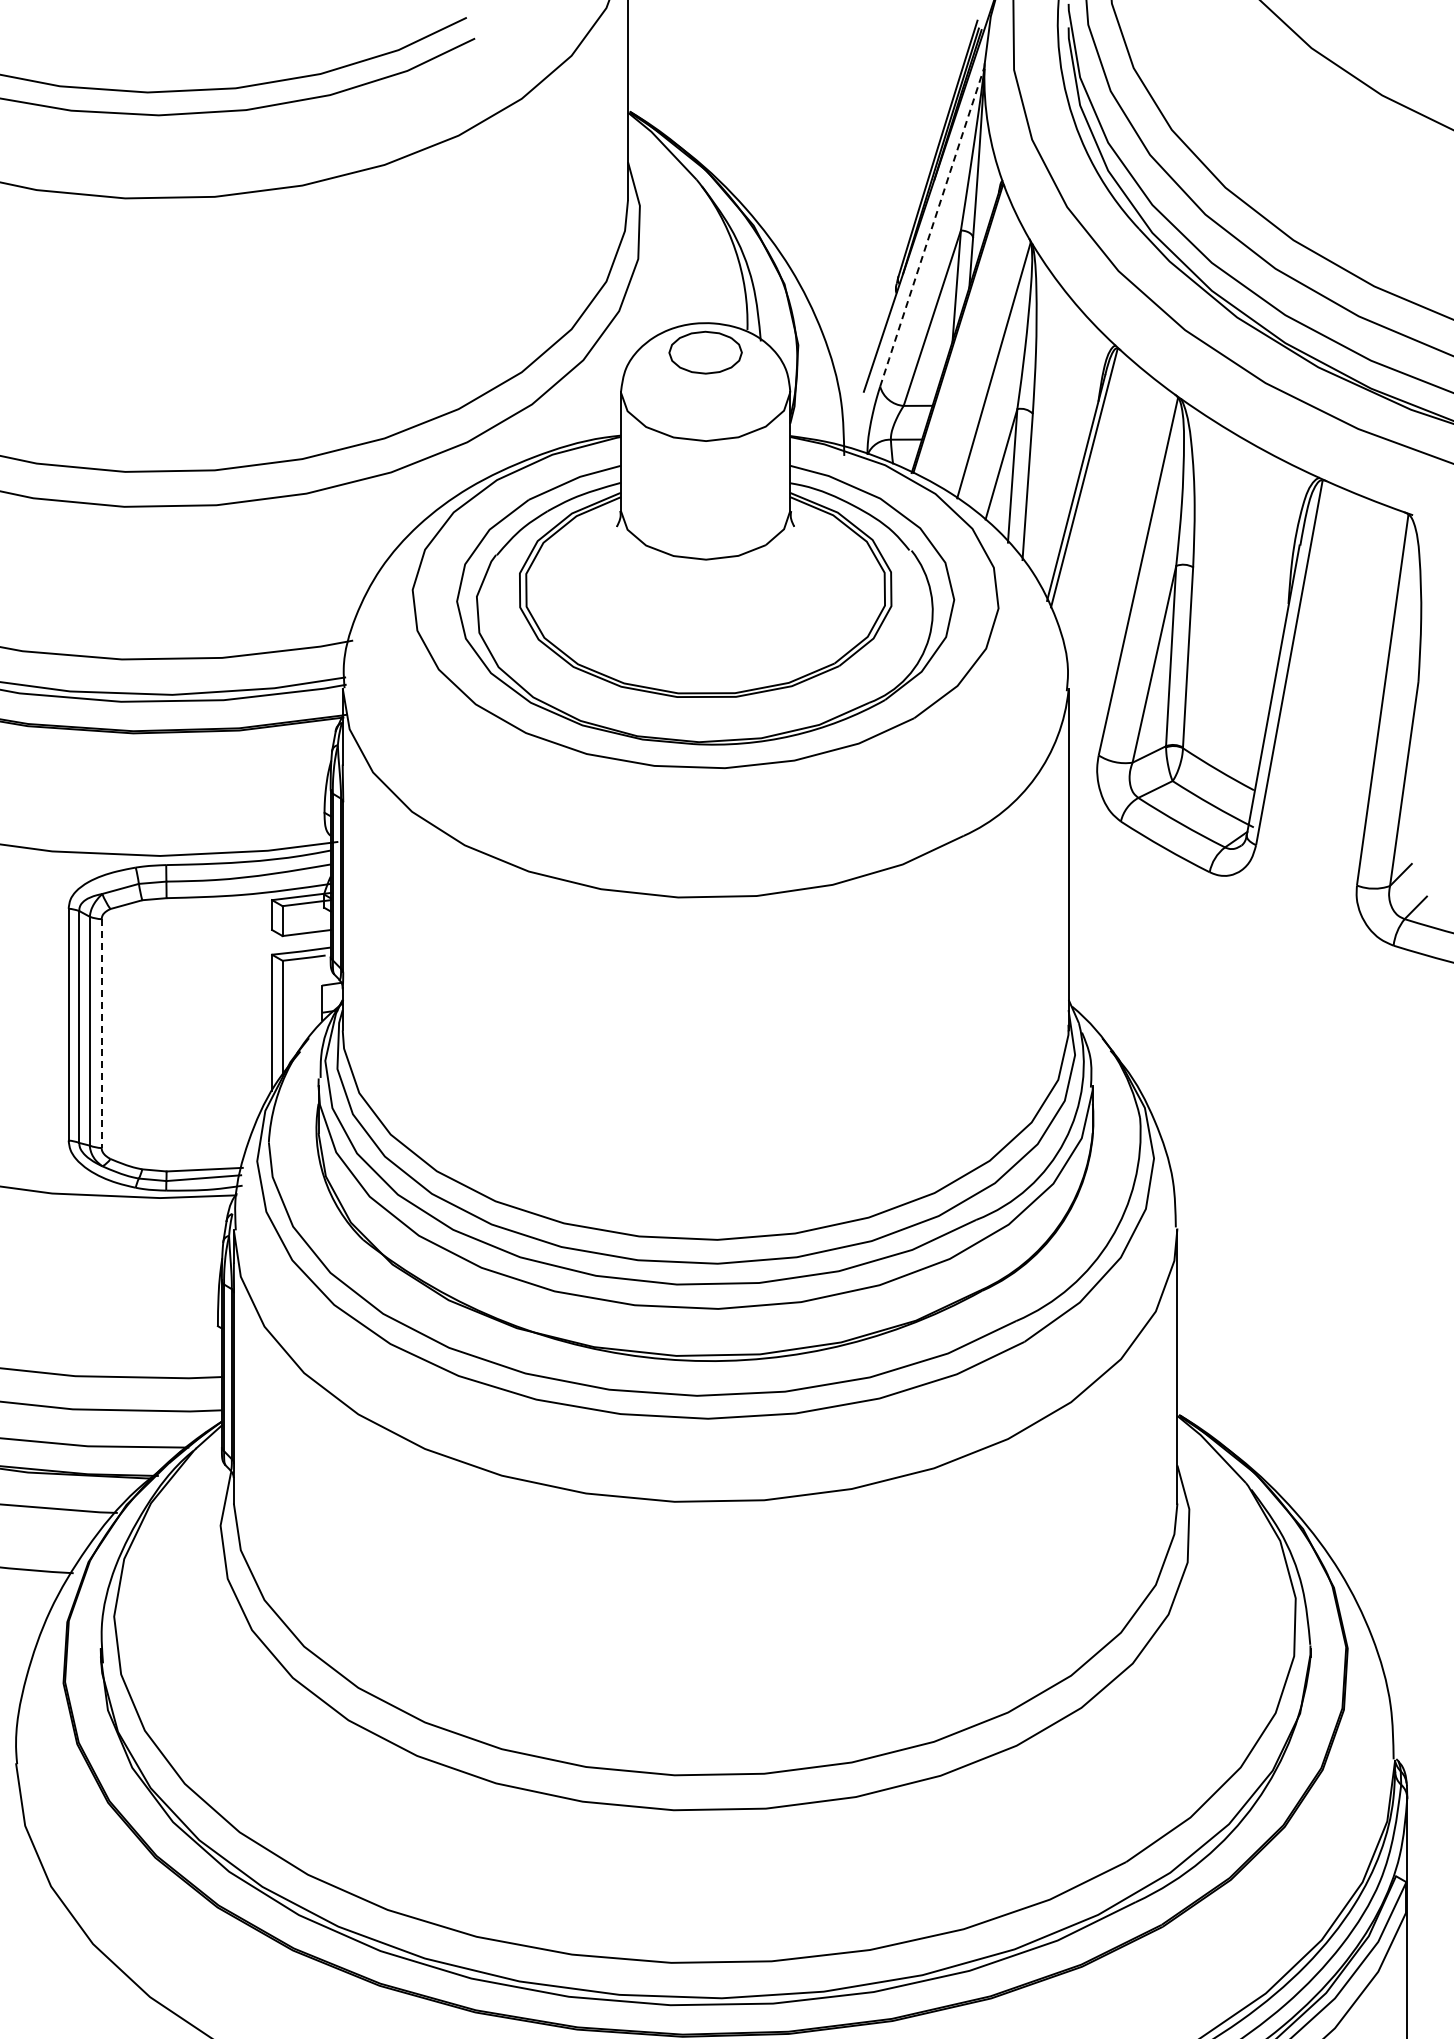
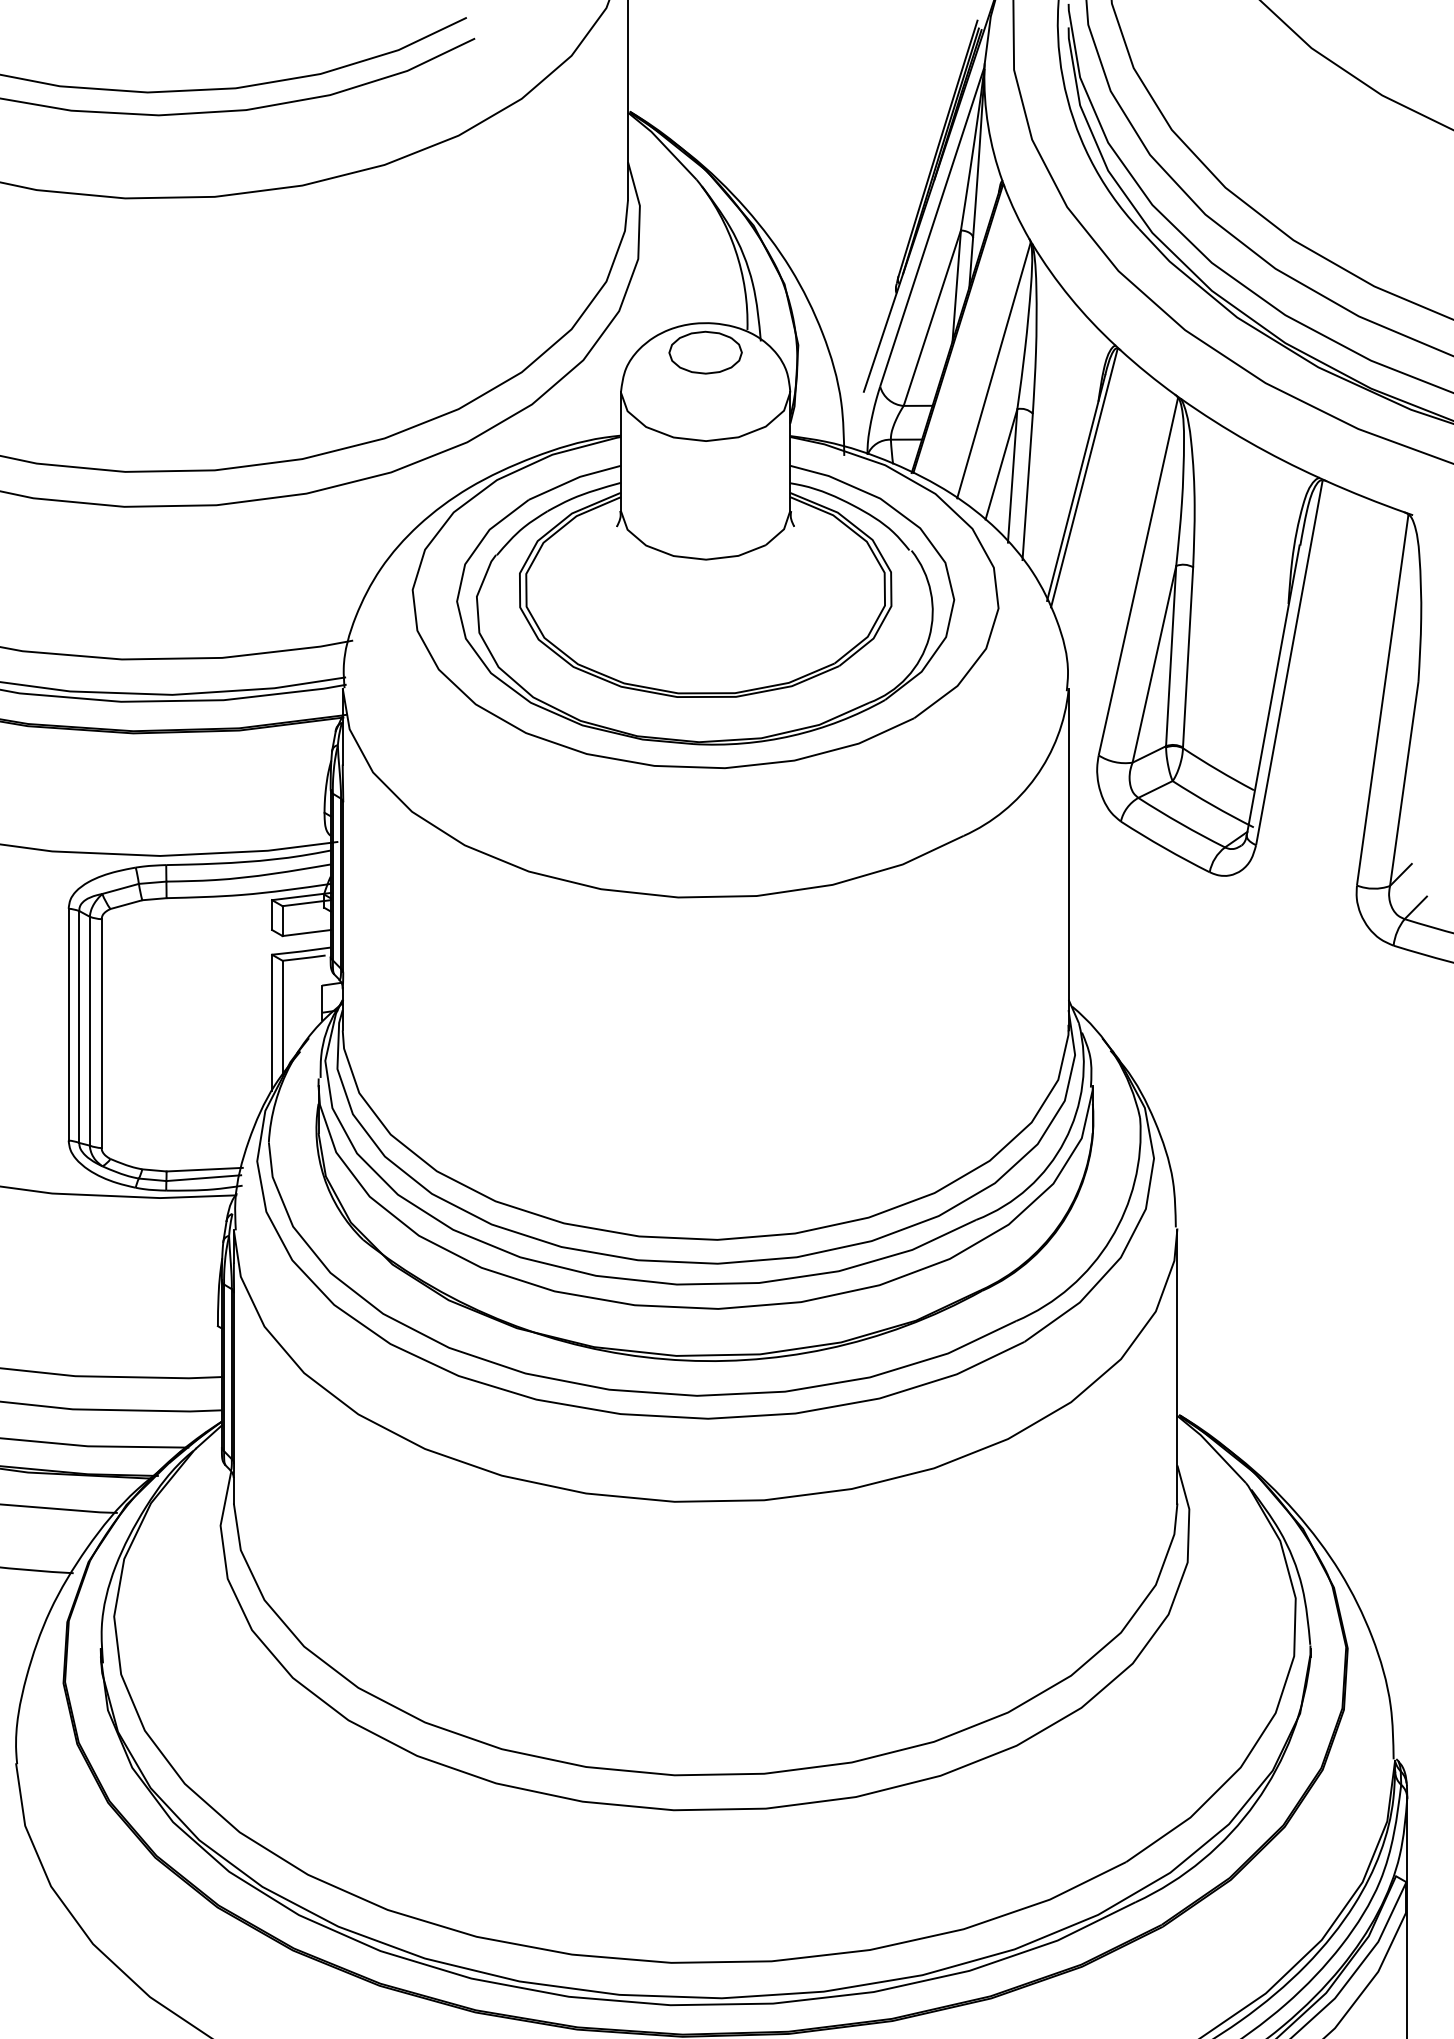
line at (931, 227): dashed -> solid
line at (101, 1034): dashed -> solid
